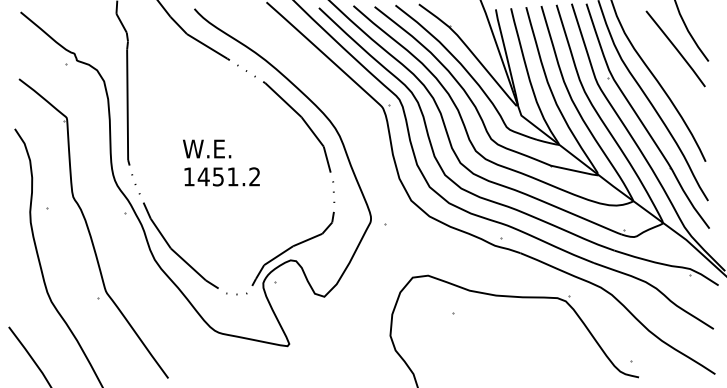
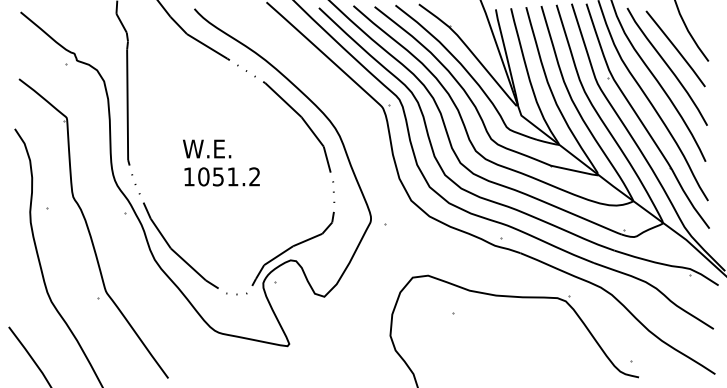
curve at (666, 65): none -> present
text at (203, 176): 1451.2 -> 1051.2
